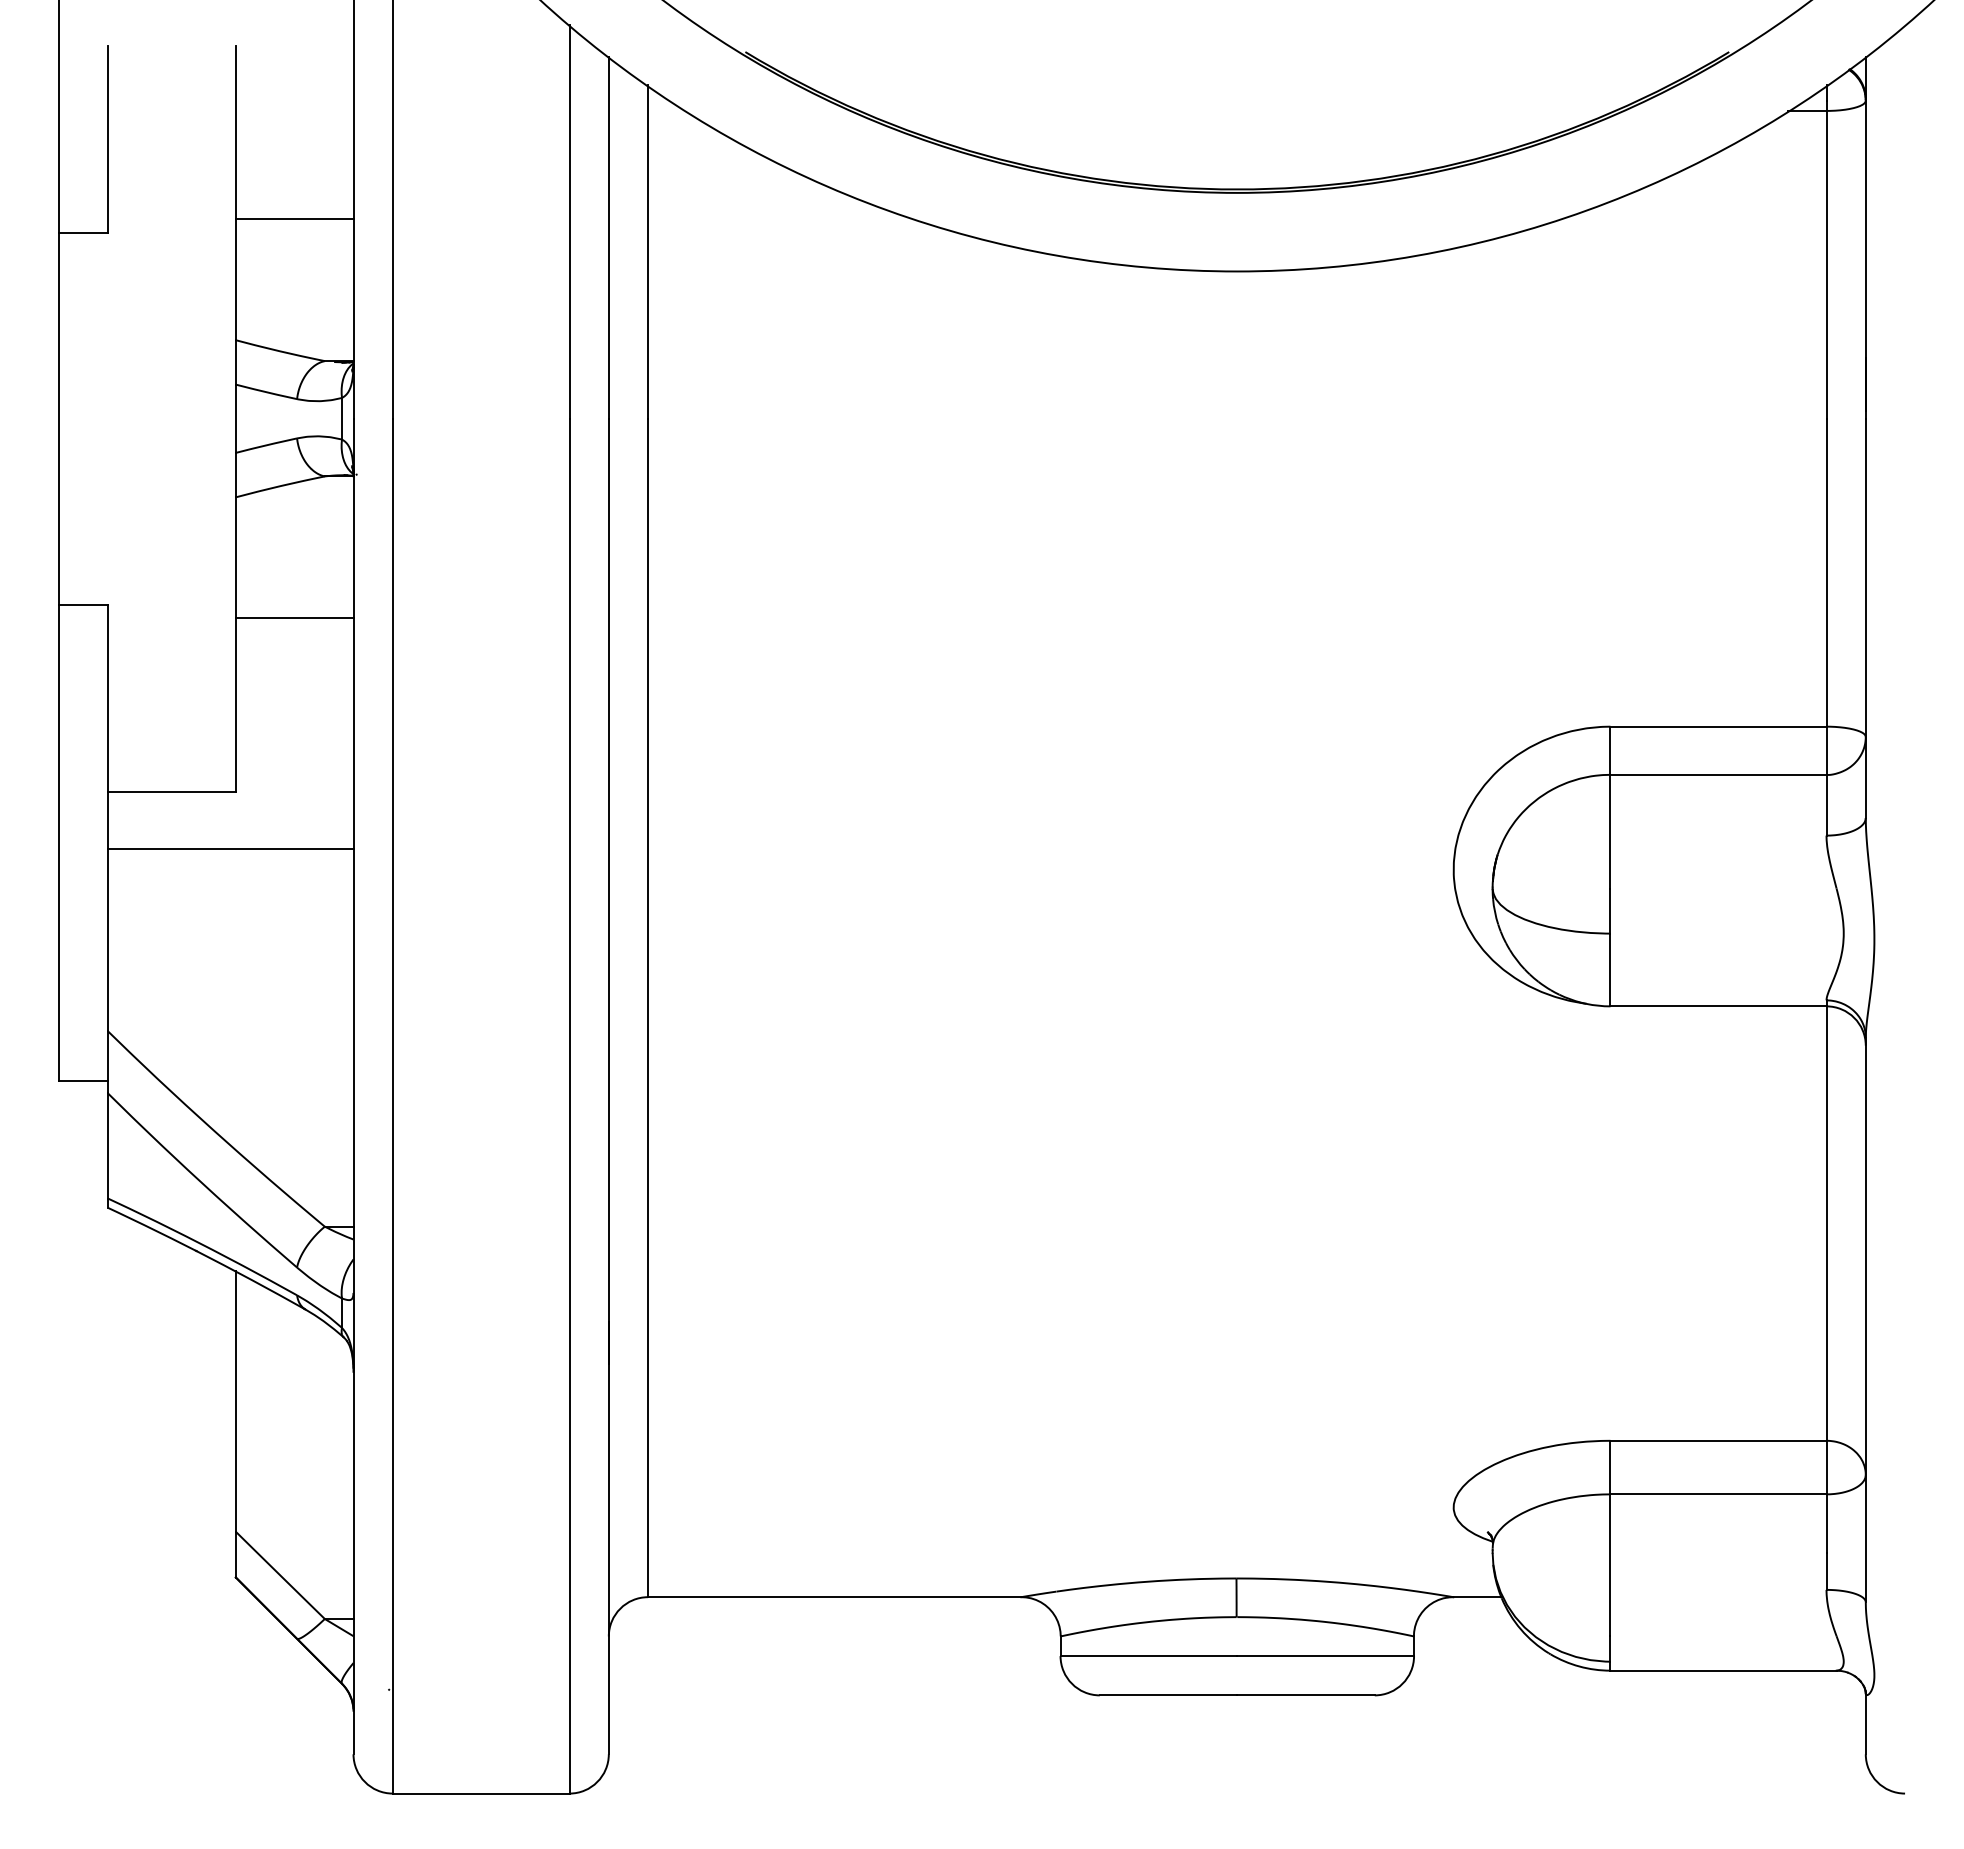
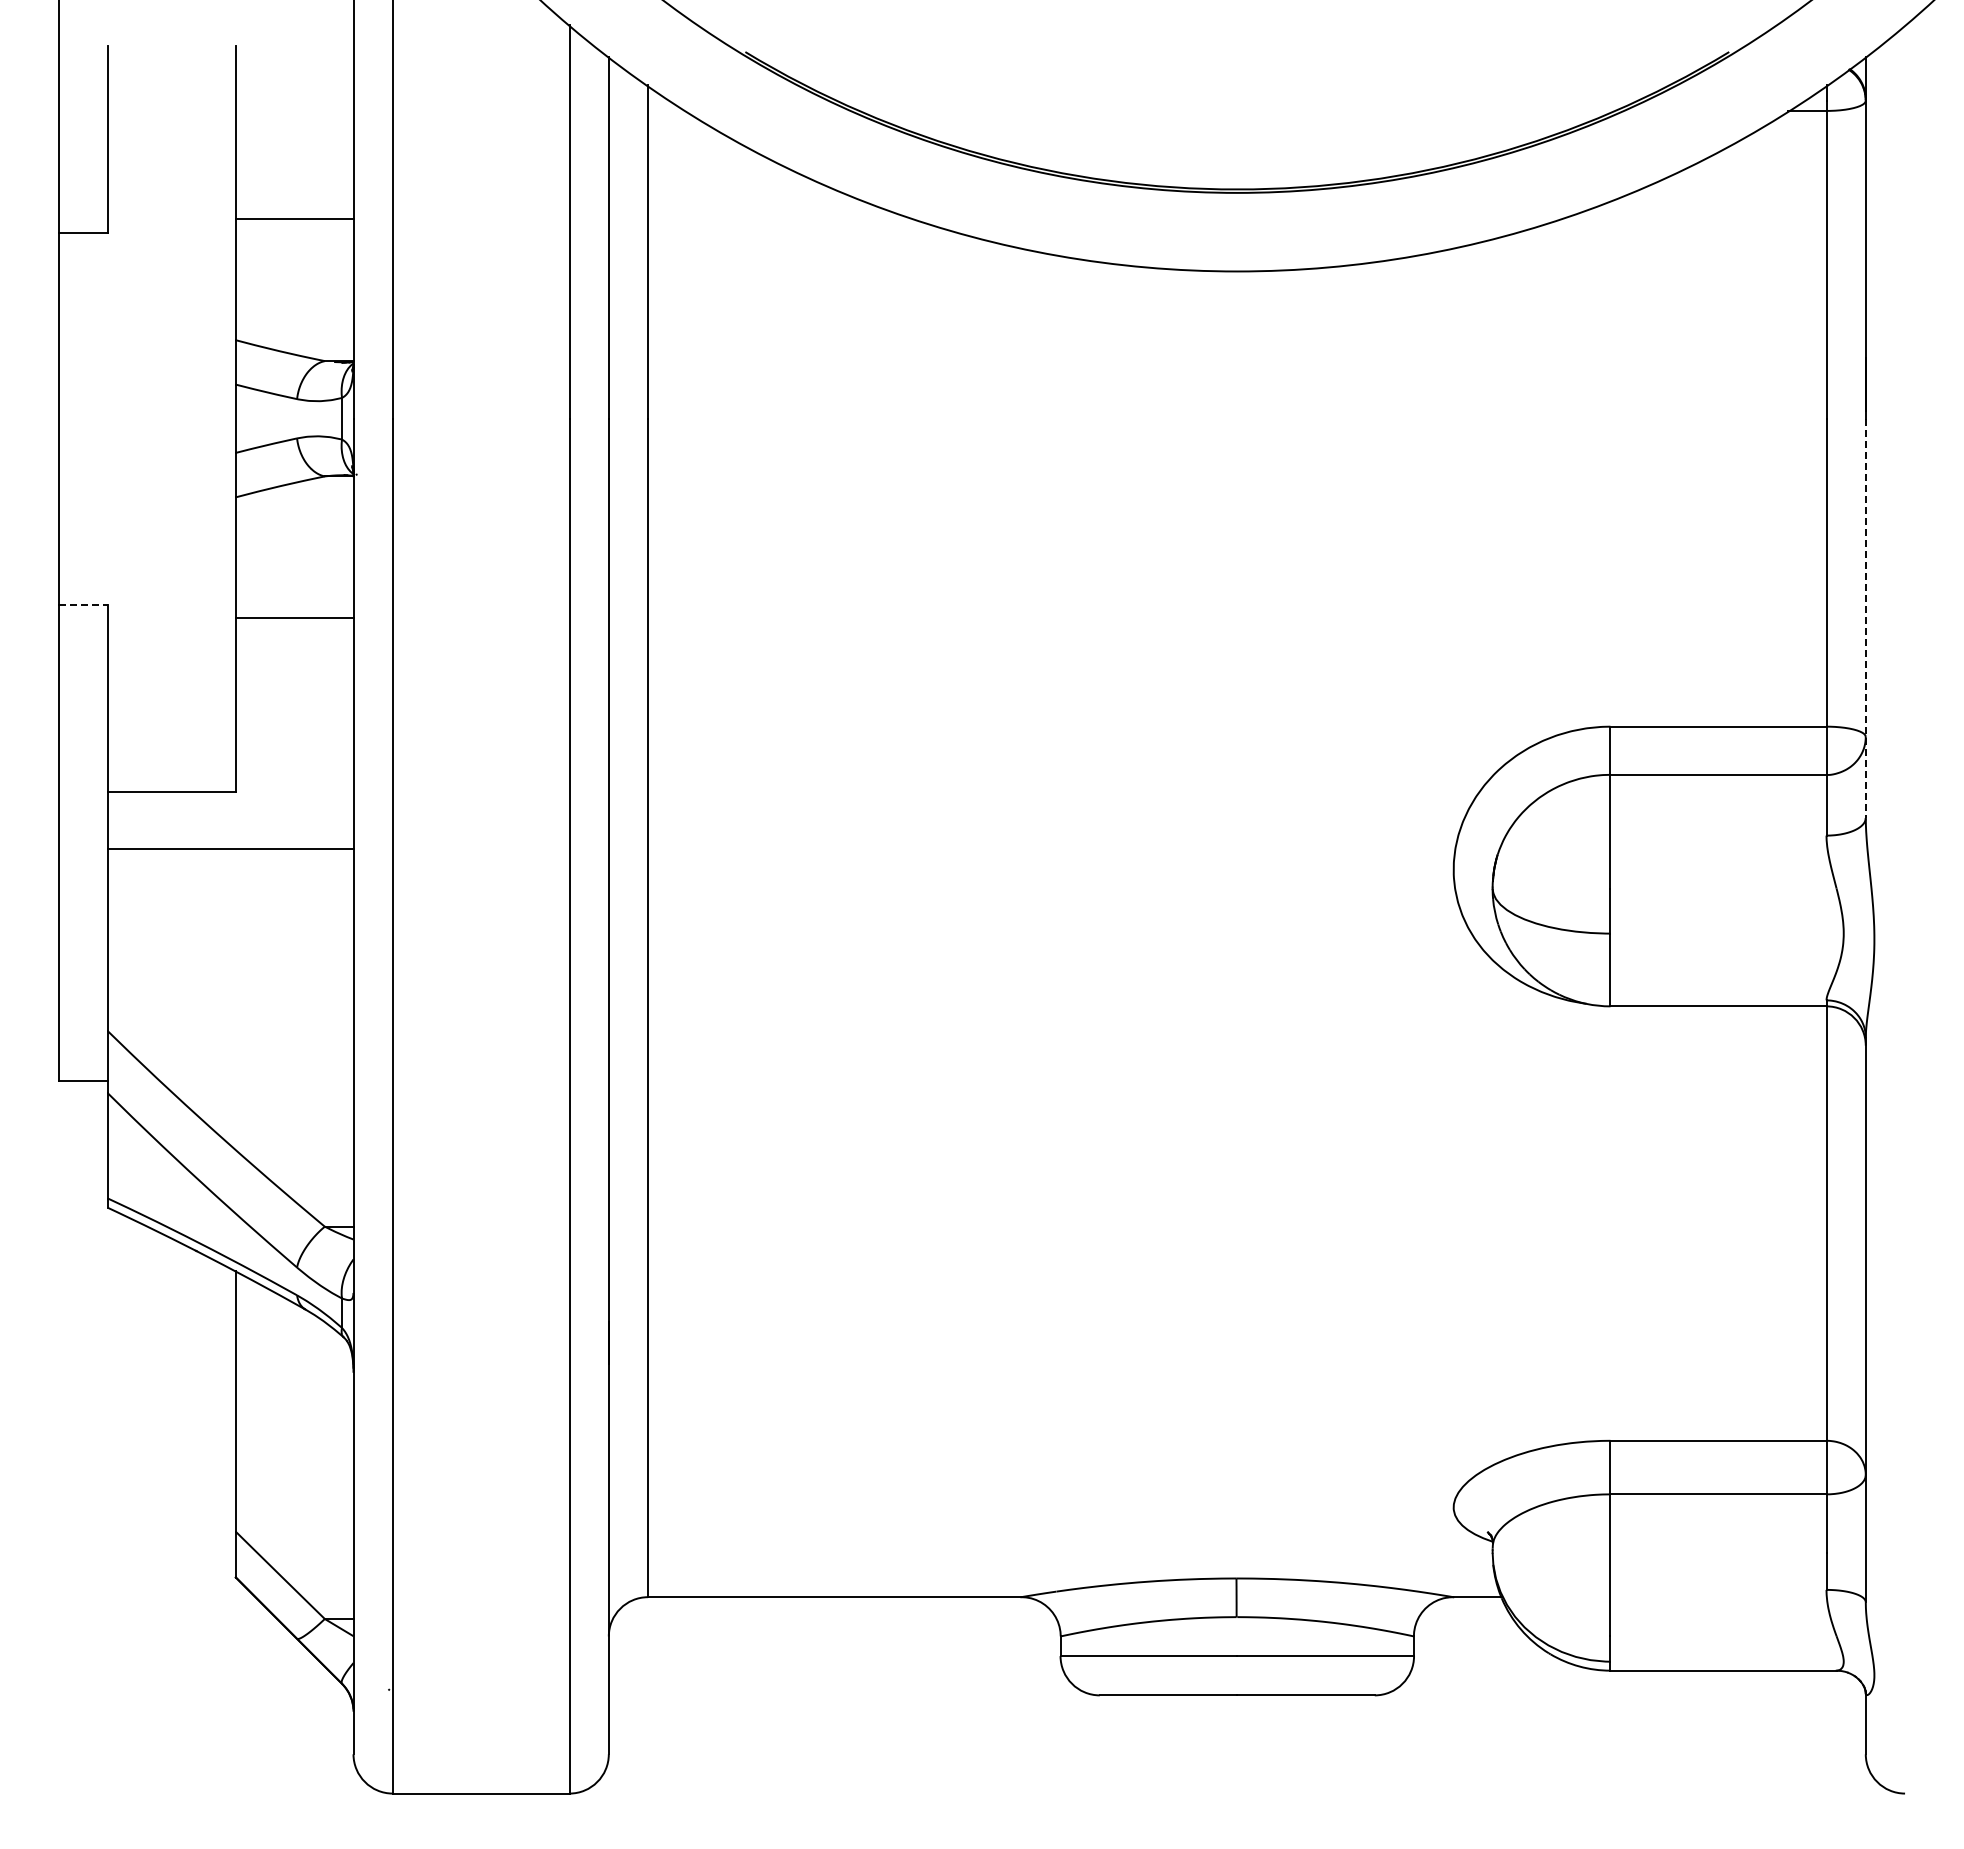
line at (83, 604): solid -> dashed
line at (1865, 618): solid -> dashed
